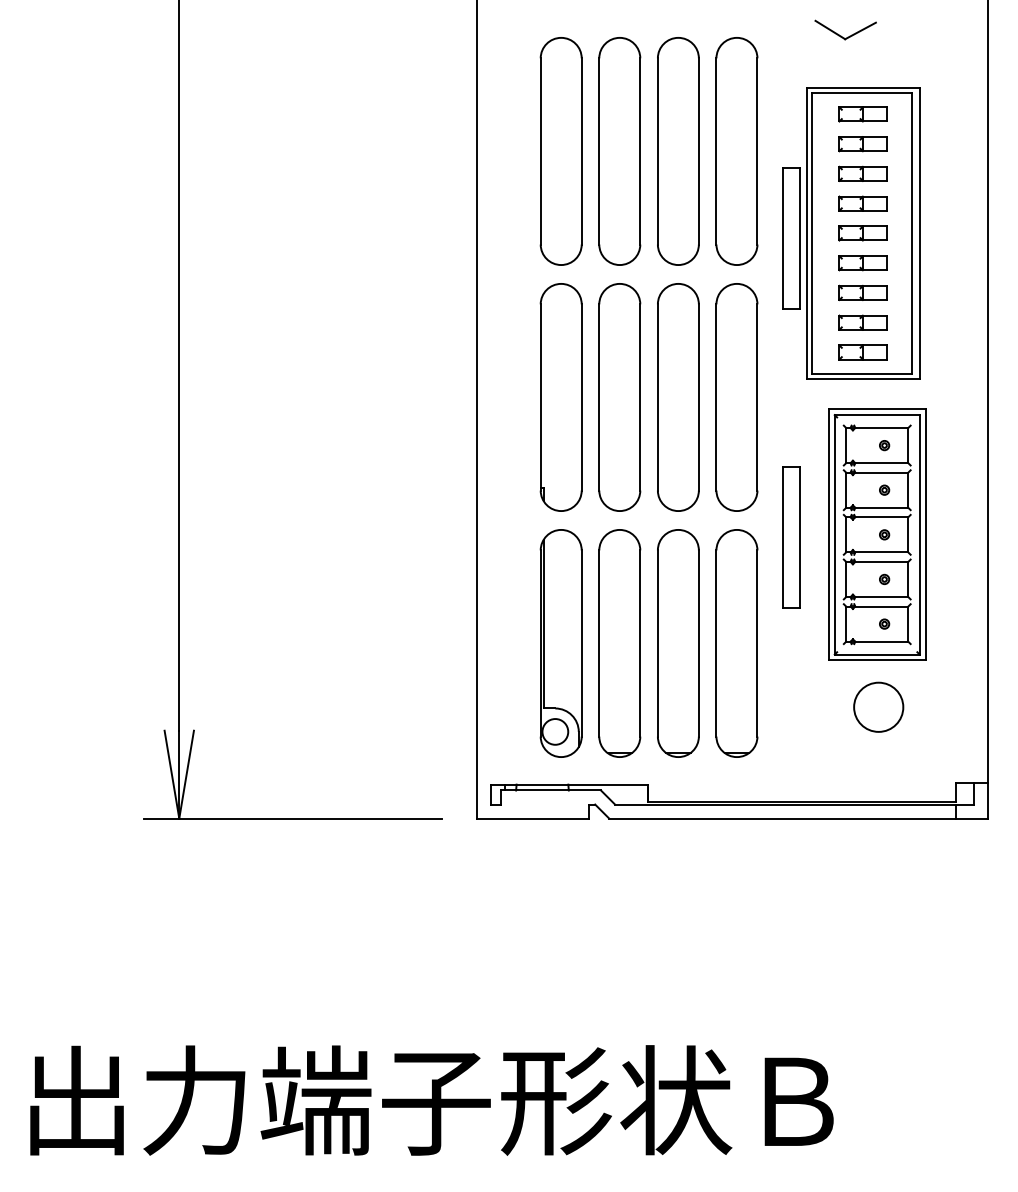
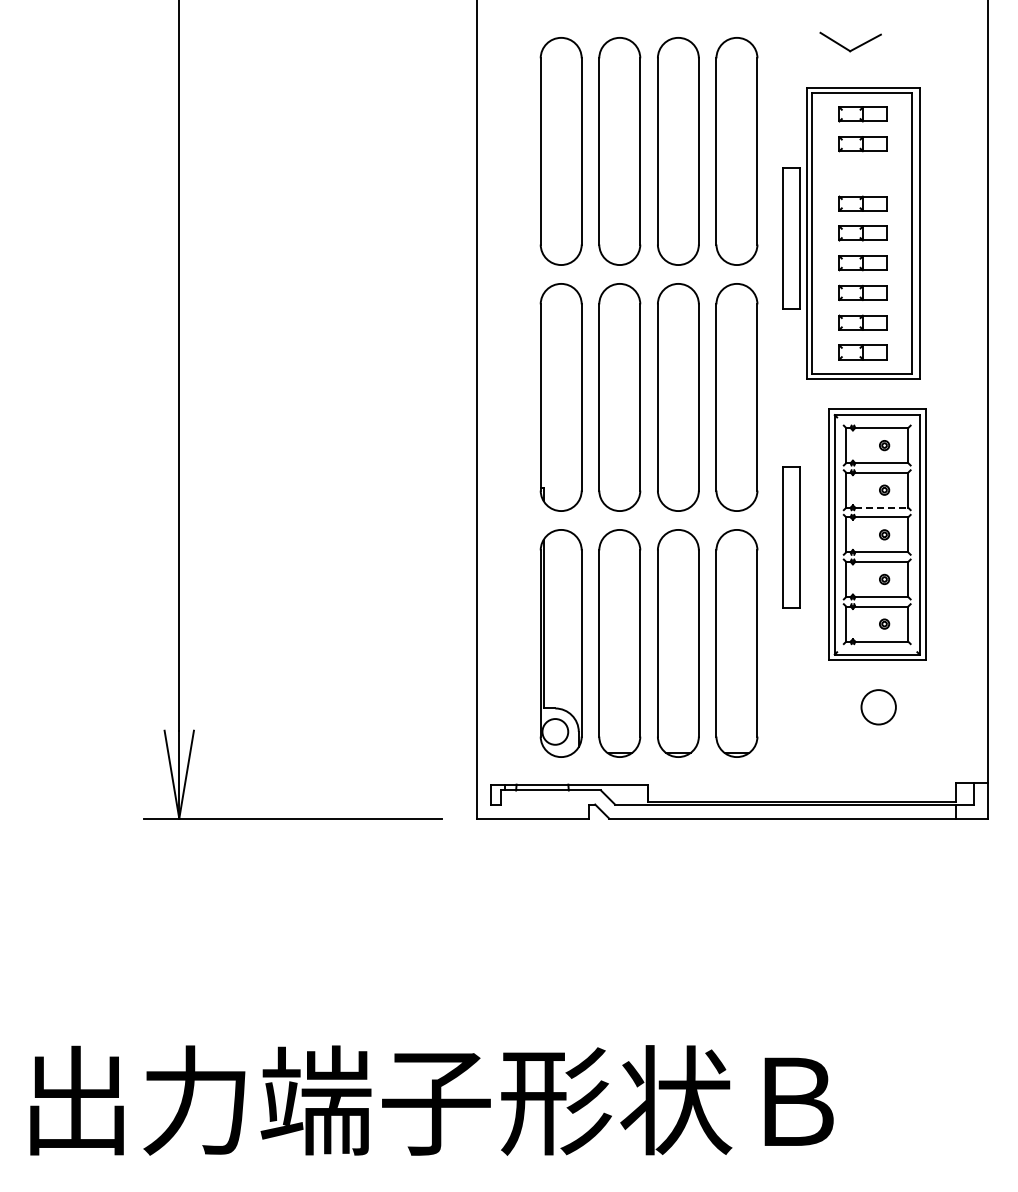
part at (841, 35) position: (841, 35) -> (846, 47)
part at (862, 173): present -> none
line at (881, 507): solid -> dashed
circle at (878, 706) diameter: 49 px -> 34 px
